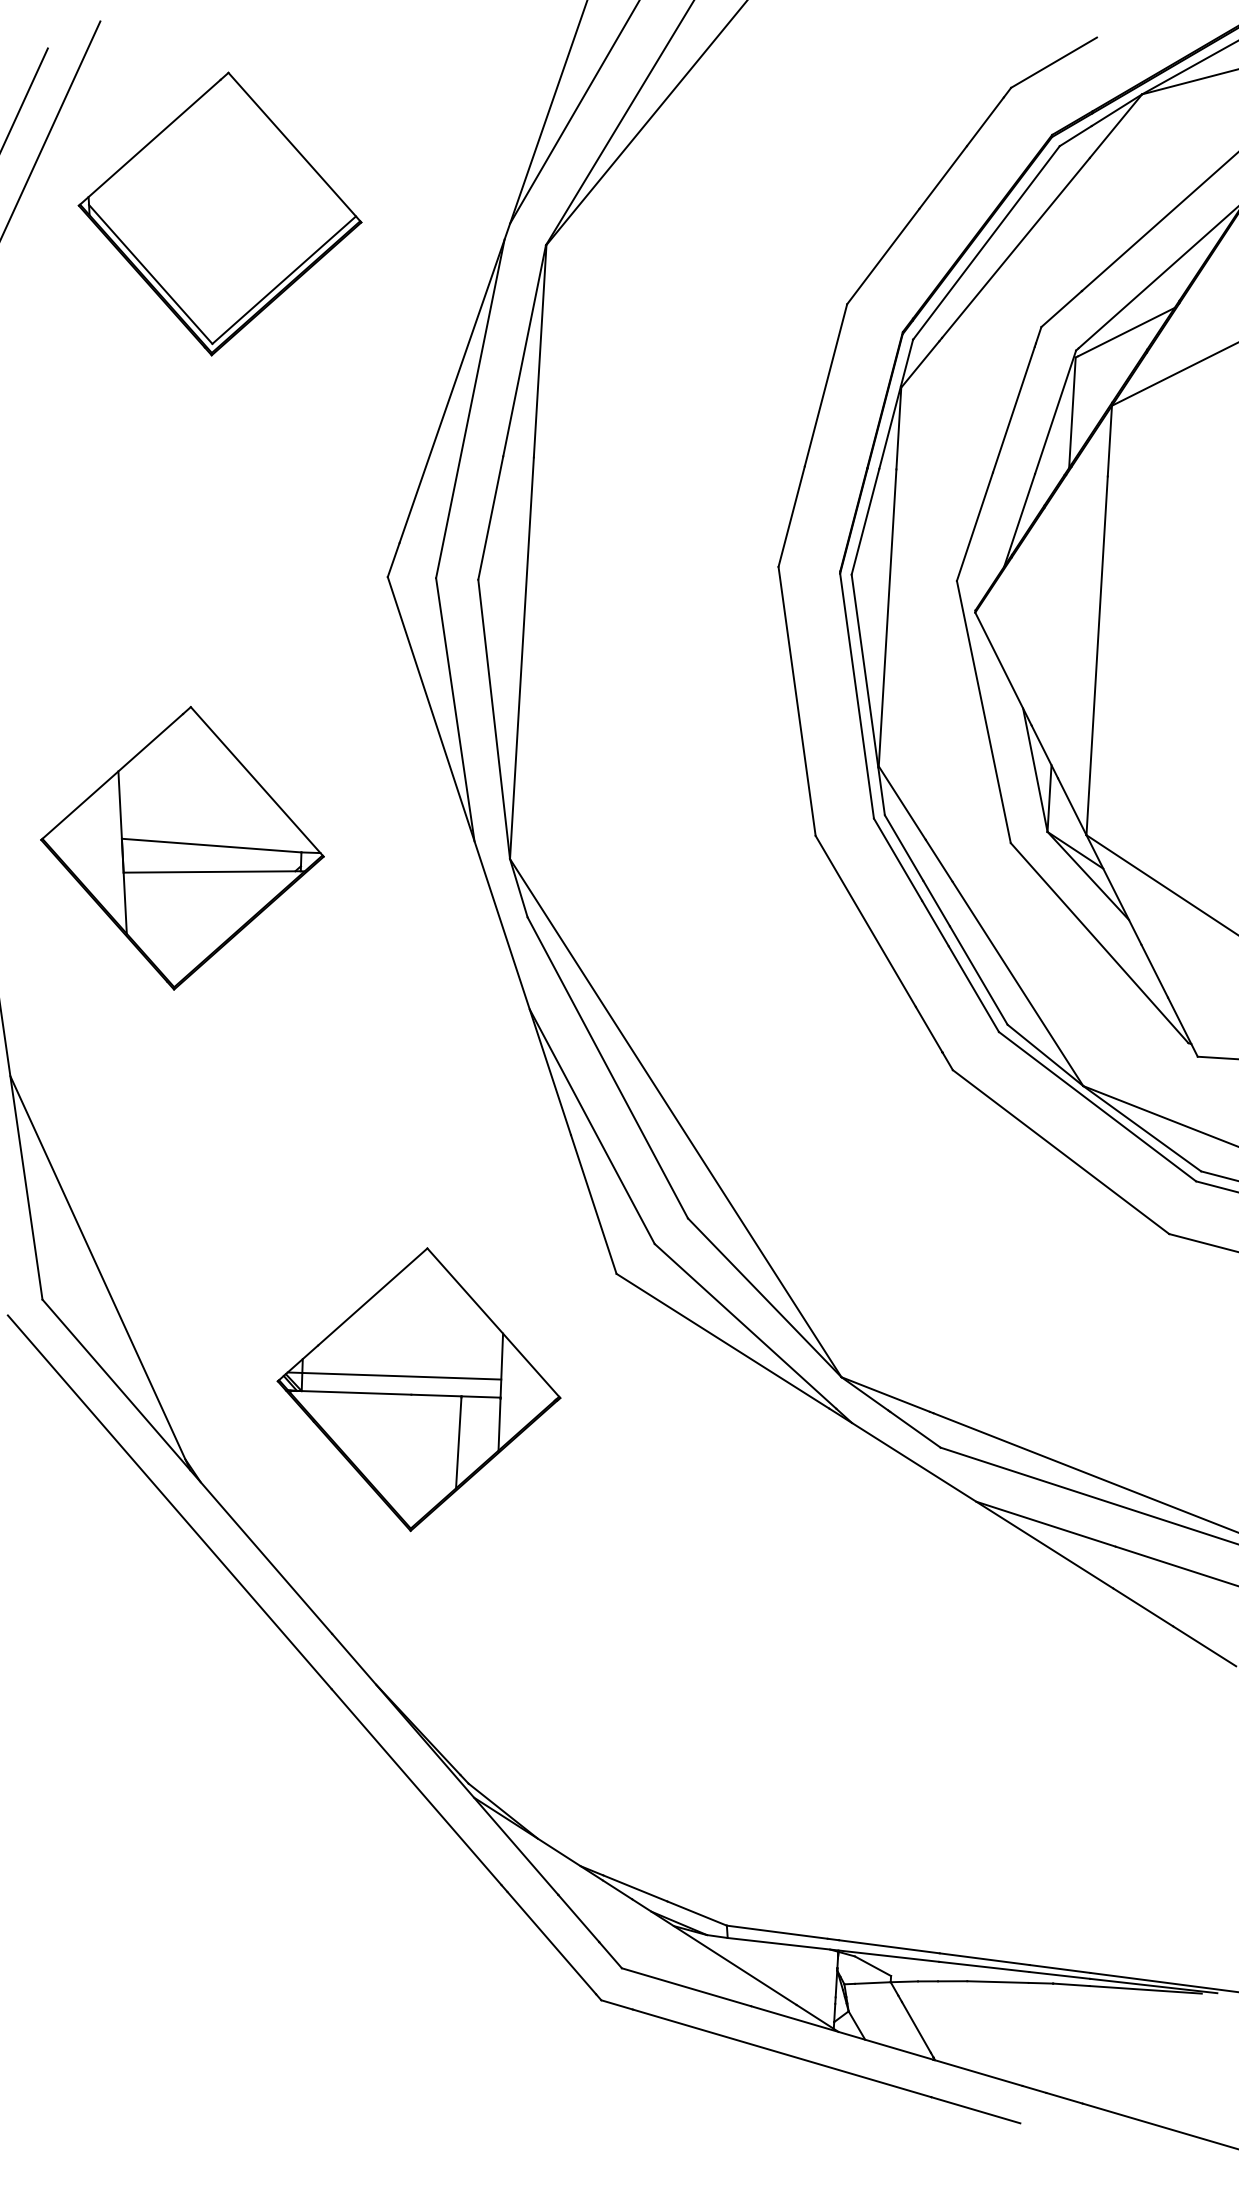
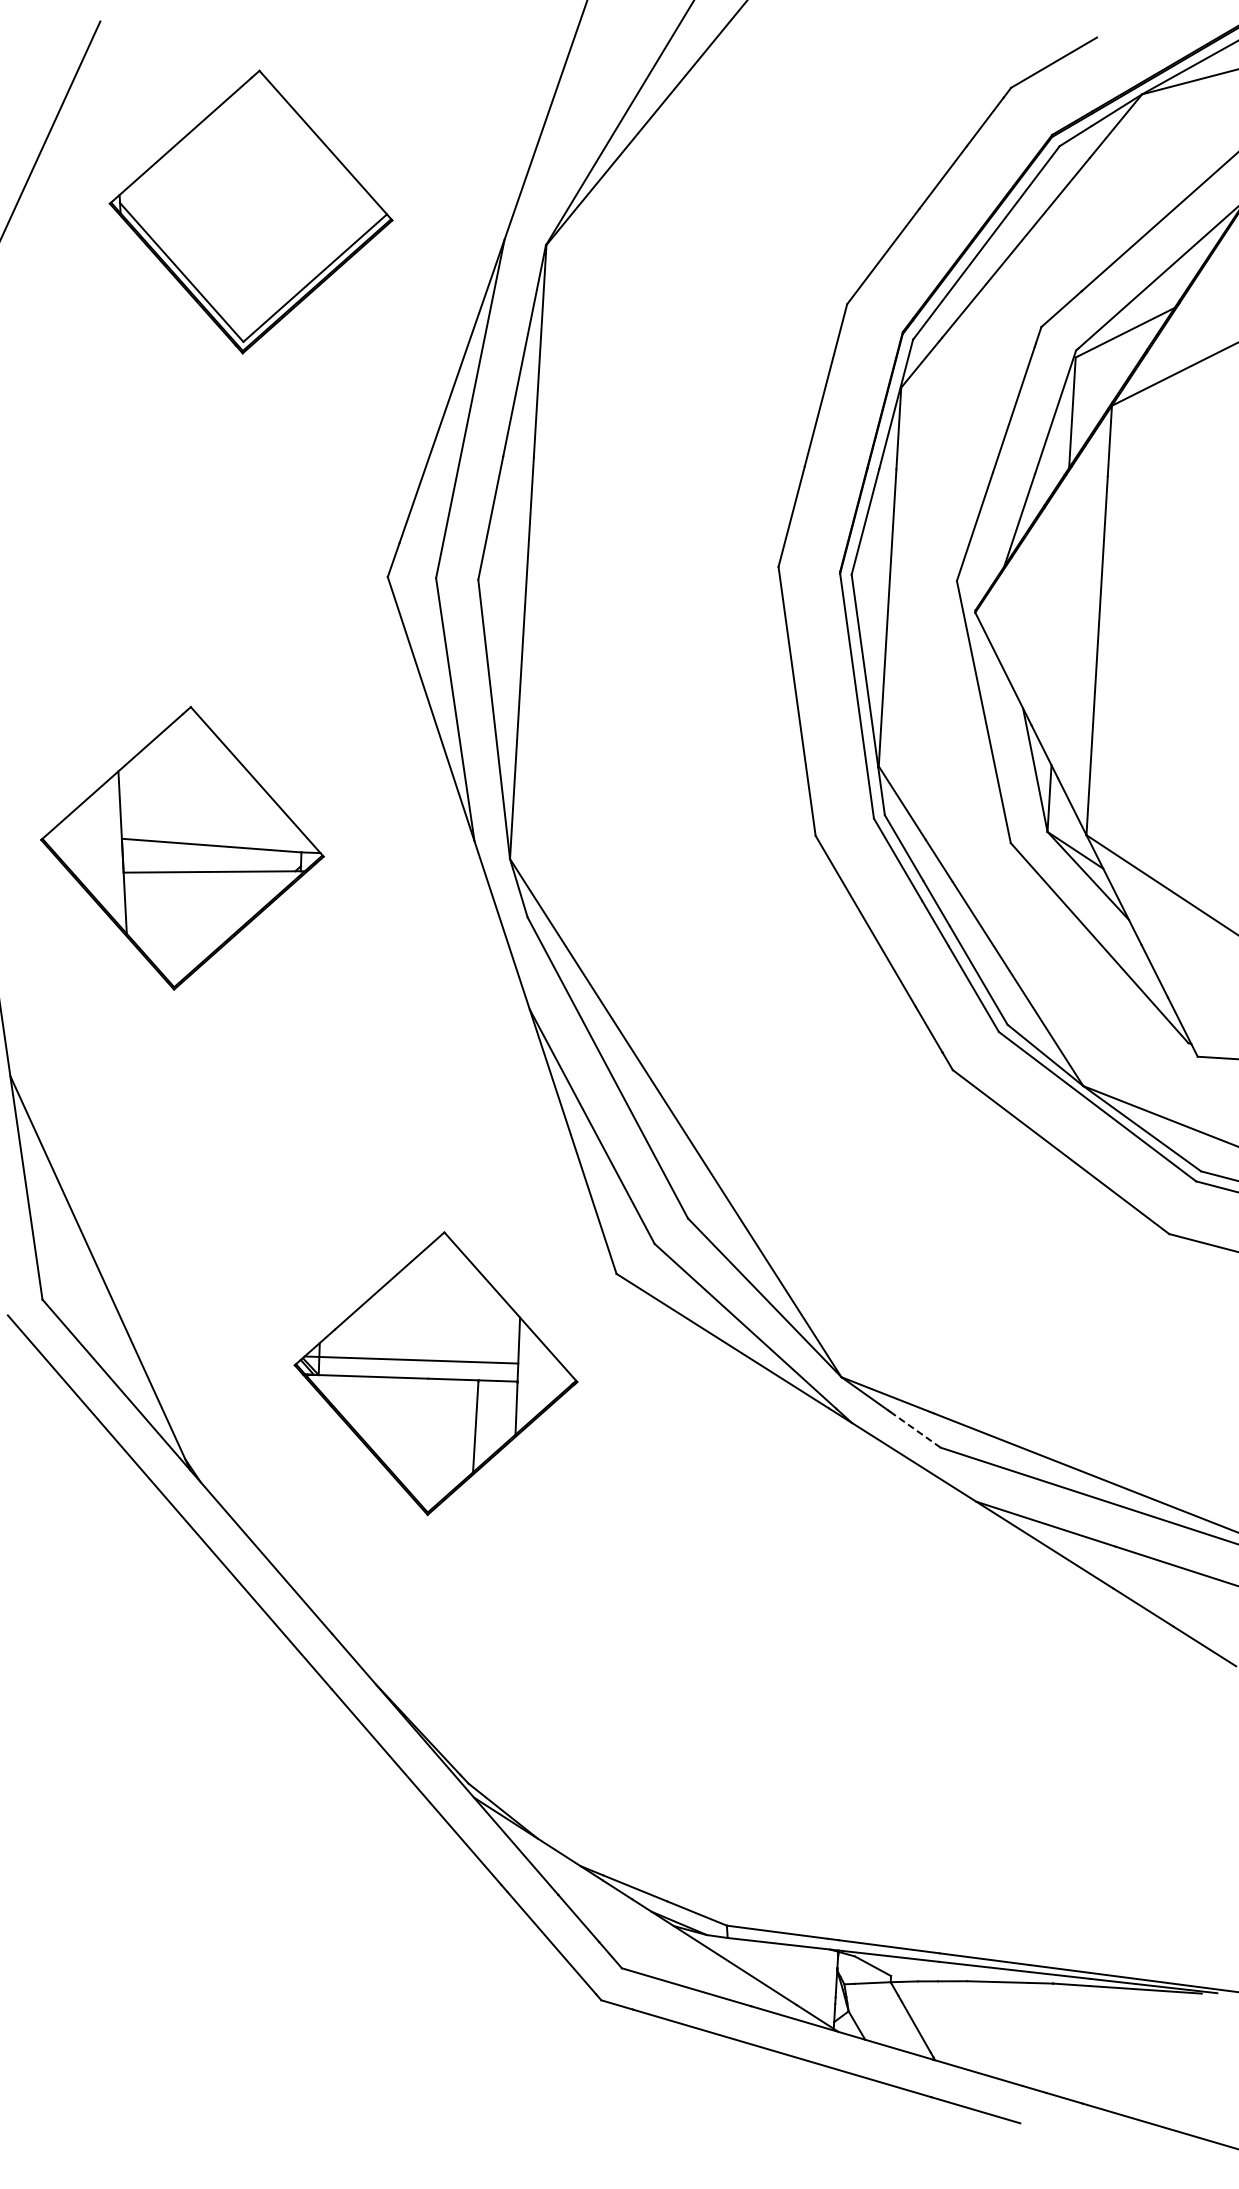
line at (24, 98): present -> none
line at (574, 112): present -> none
part at (219, 213) position: (219, 213) -> (250, 211)
part at (418, 1389) position: (418, 1389) -> (435, 1373)
line at (915, 1429): solid -> dashed
